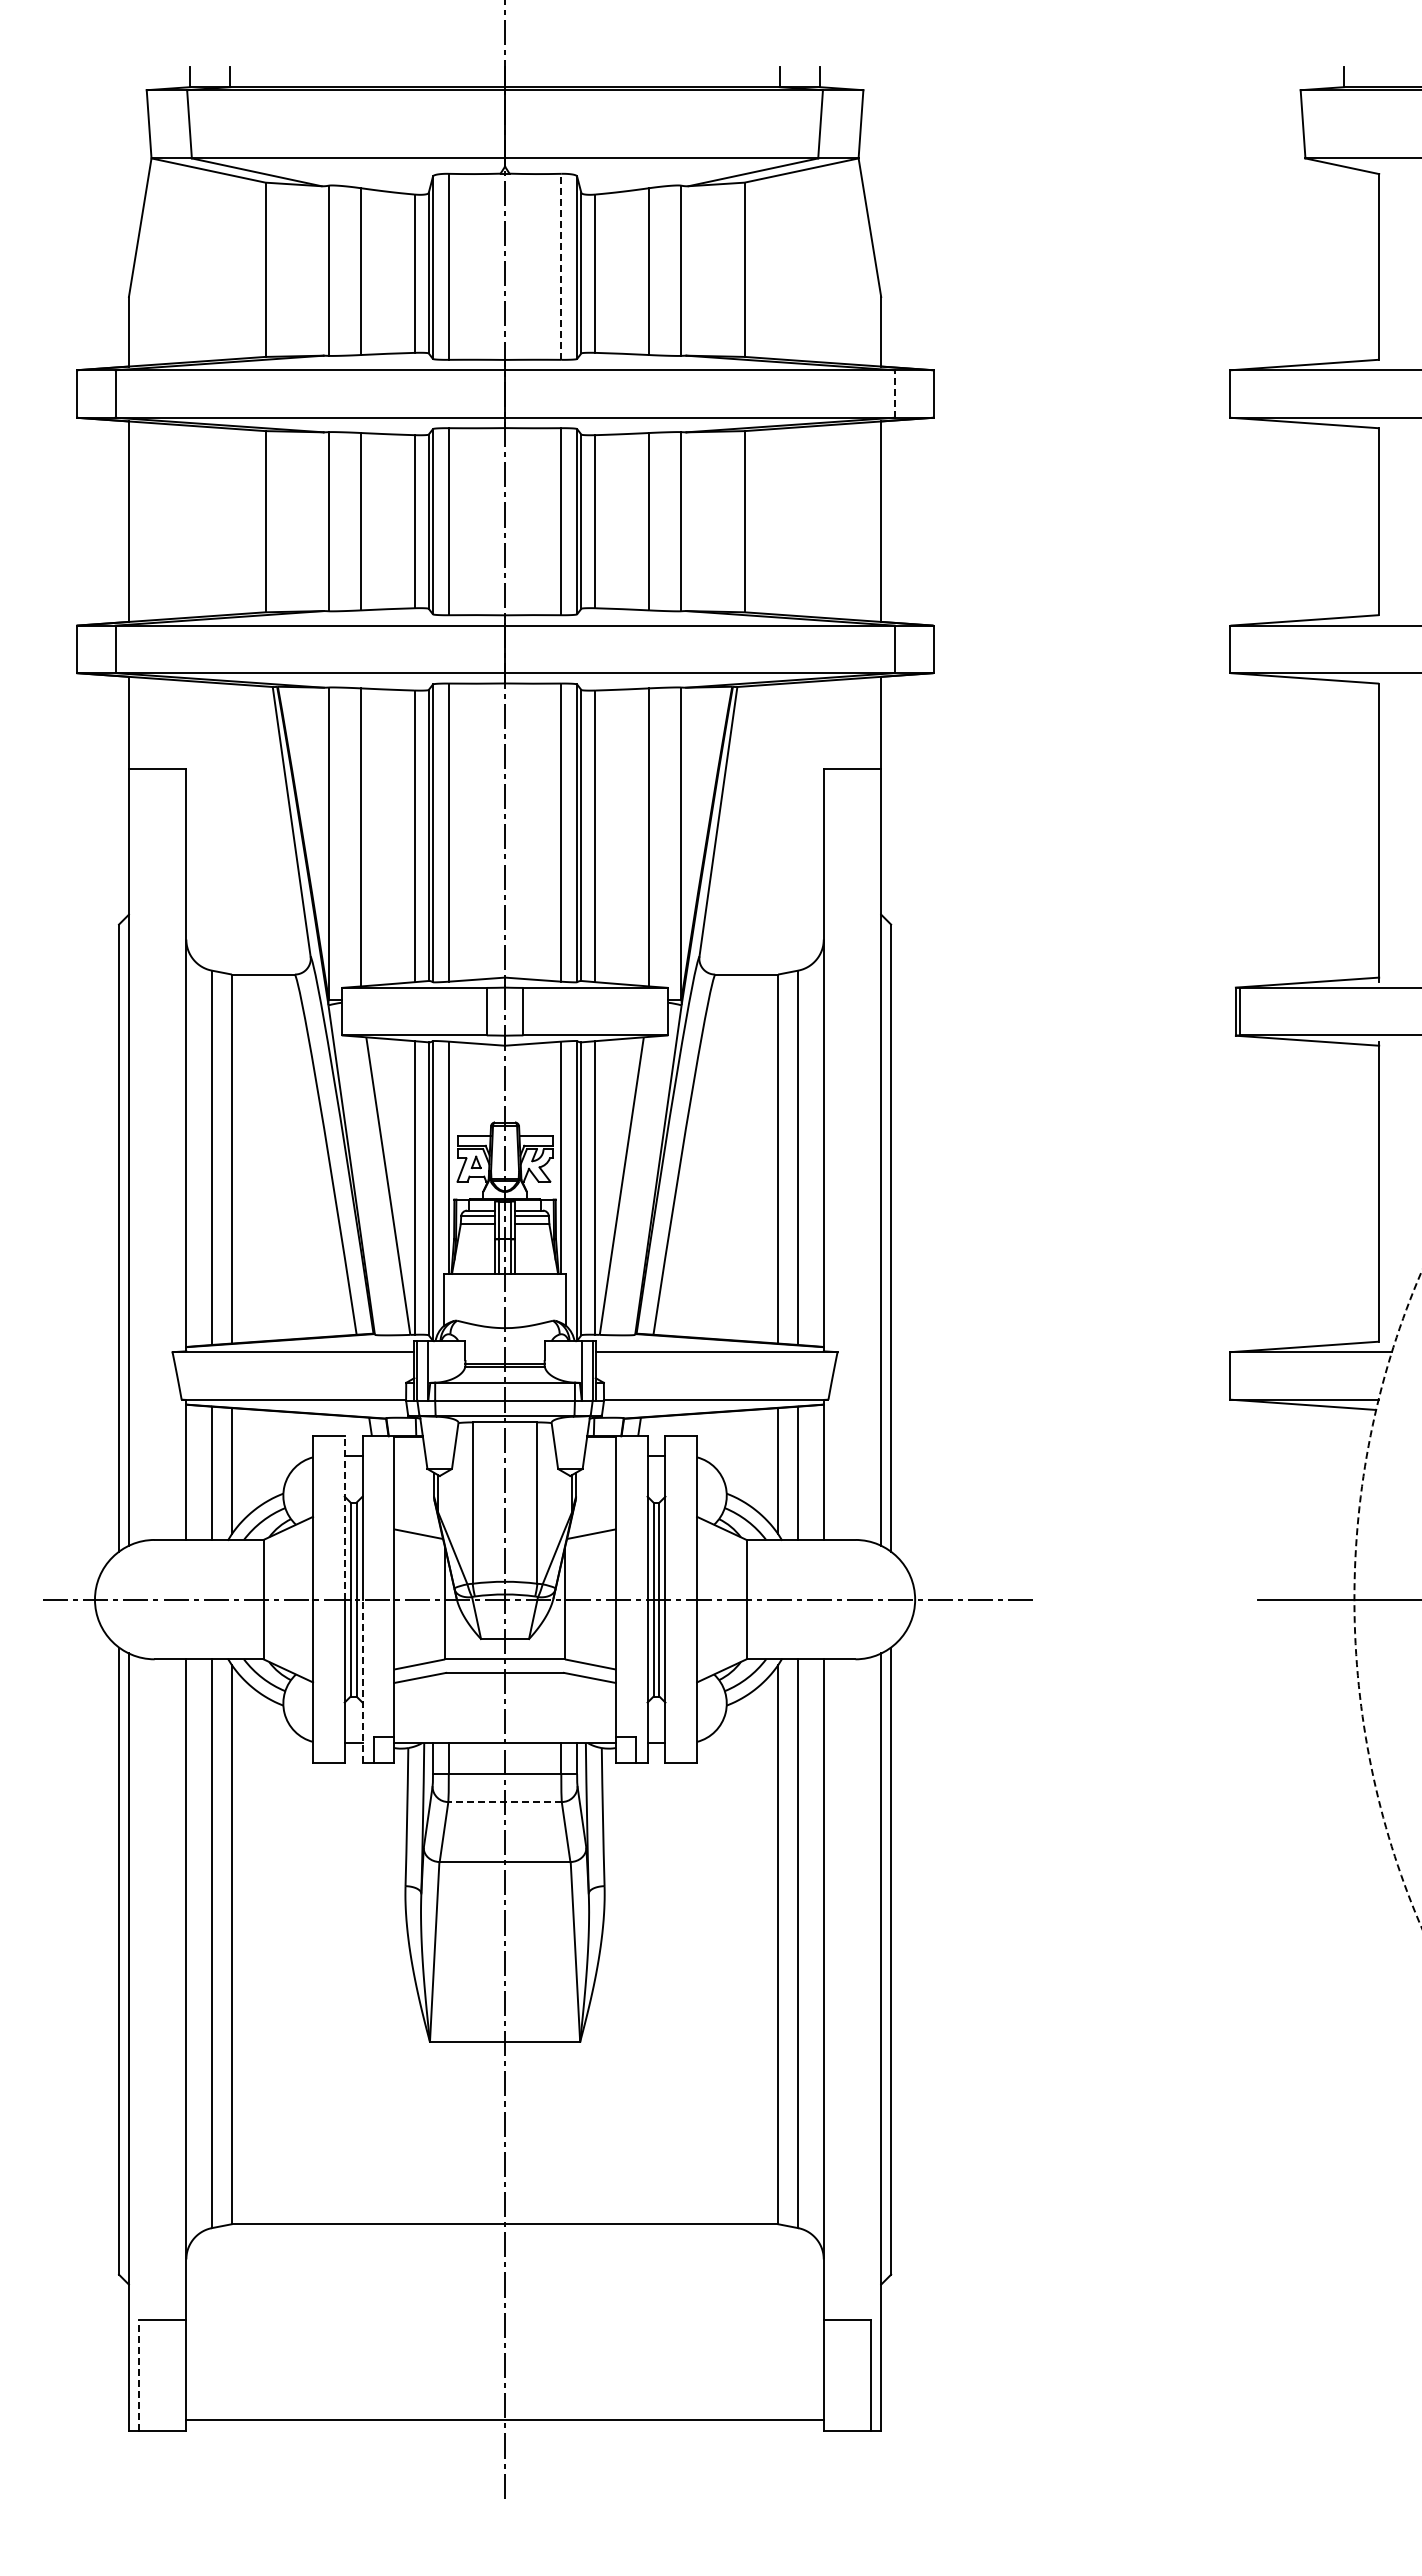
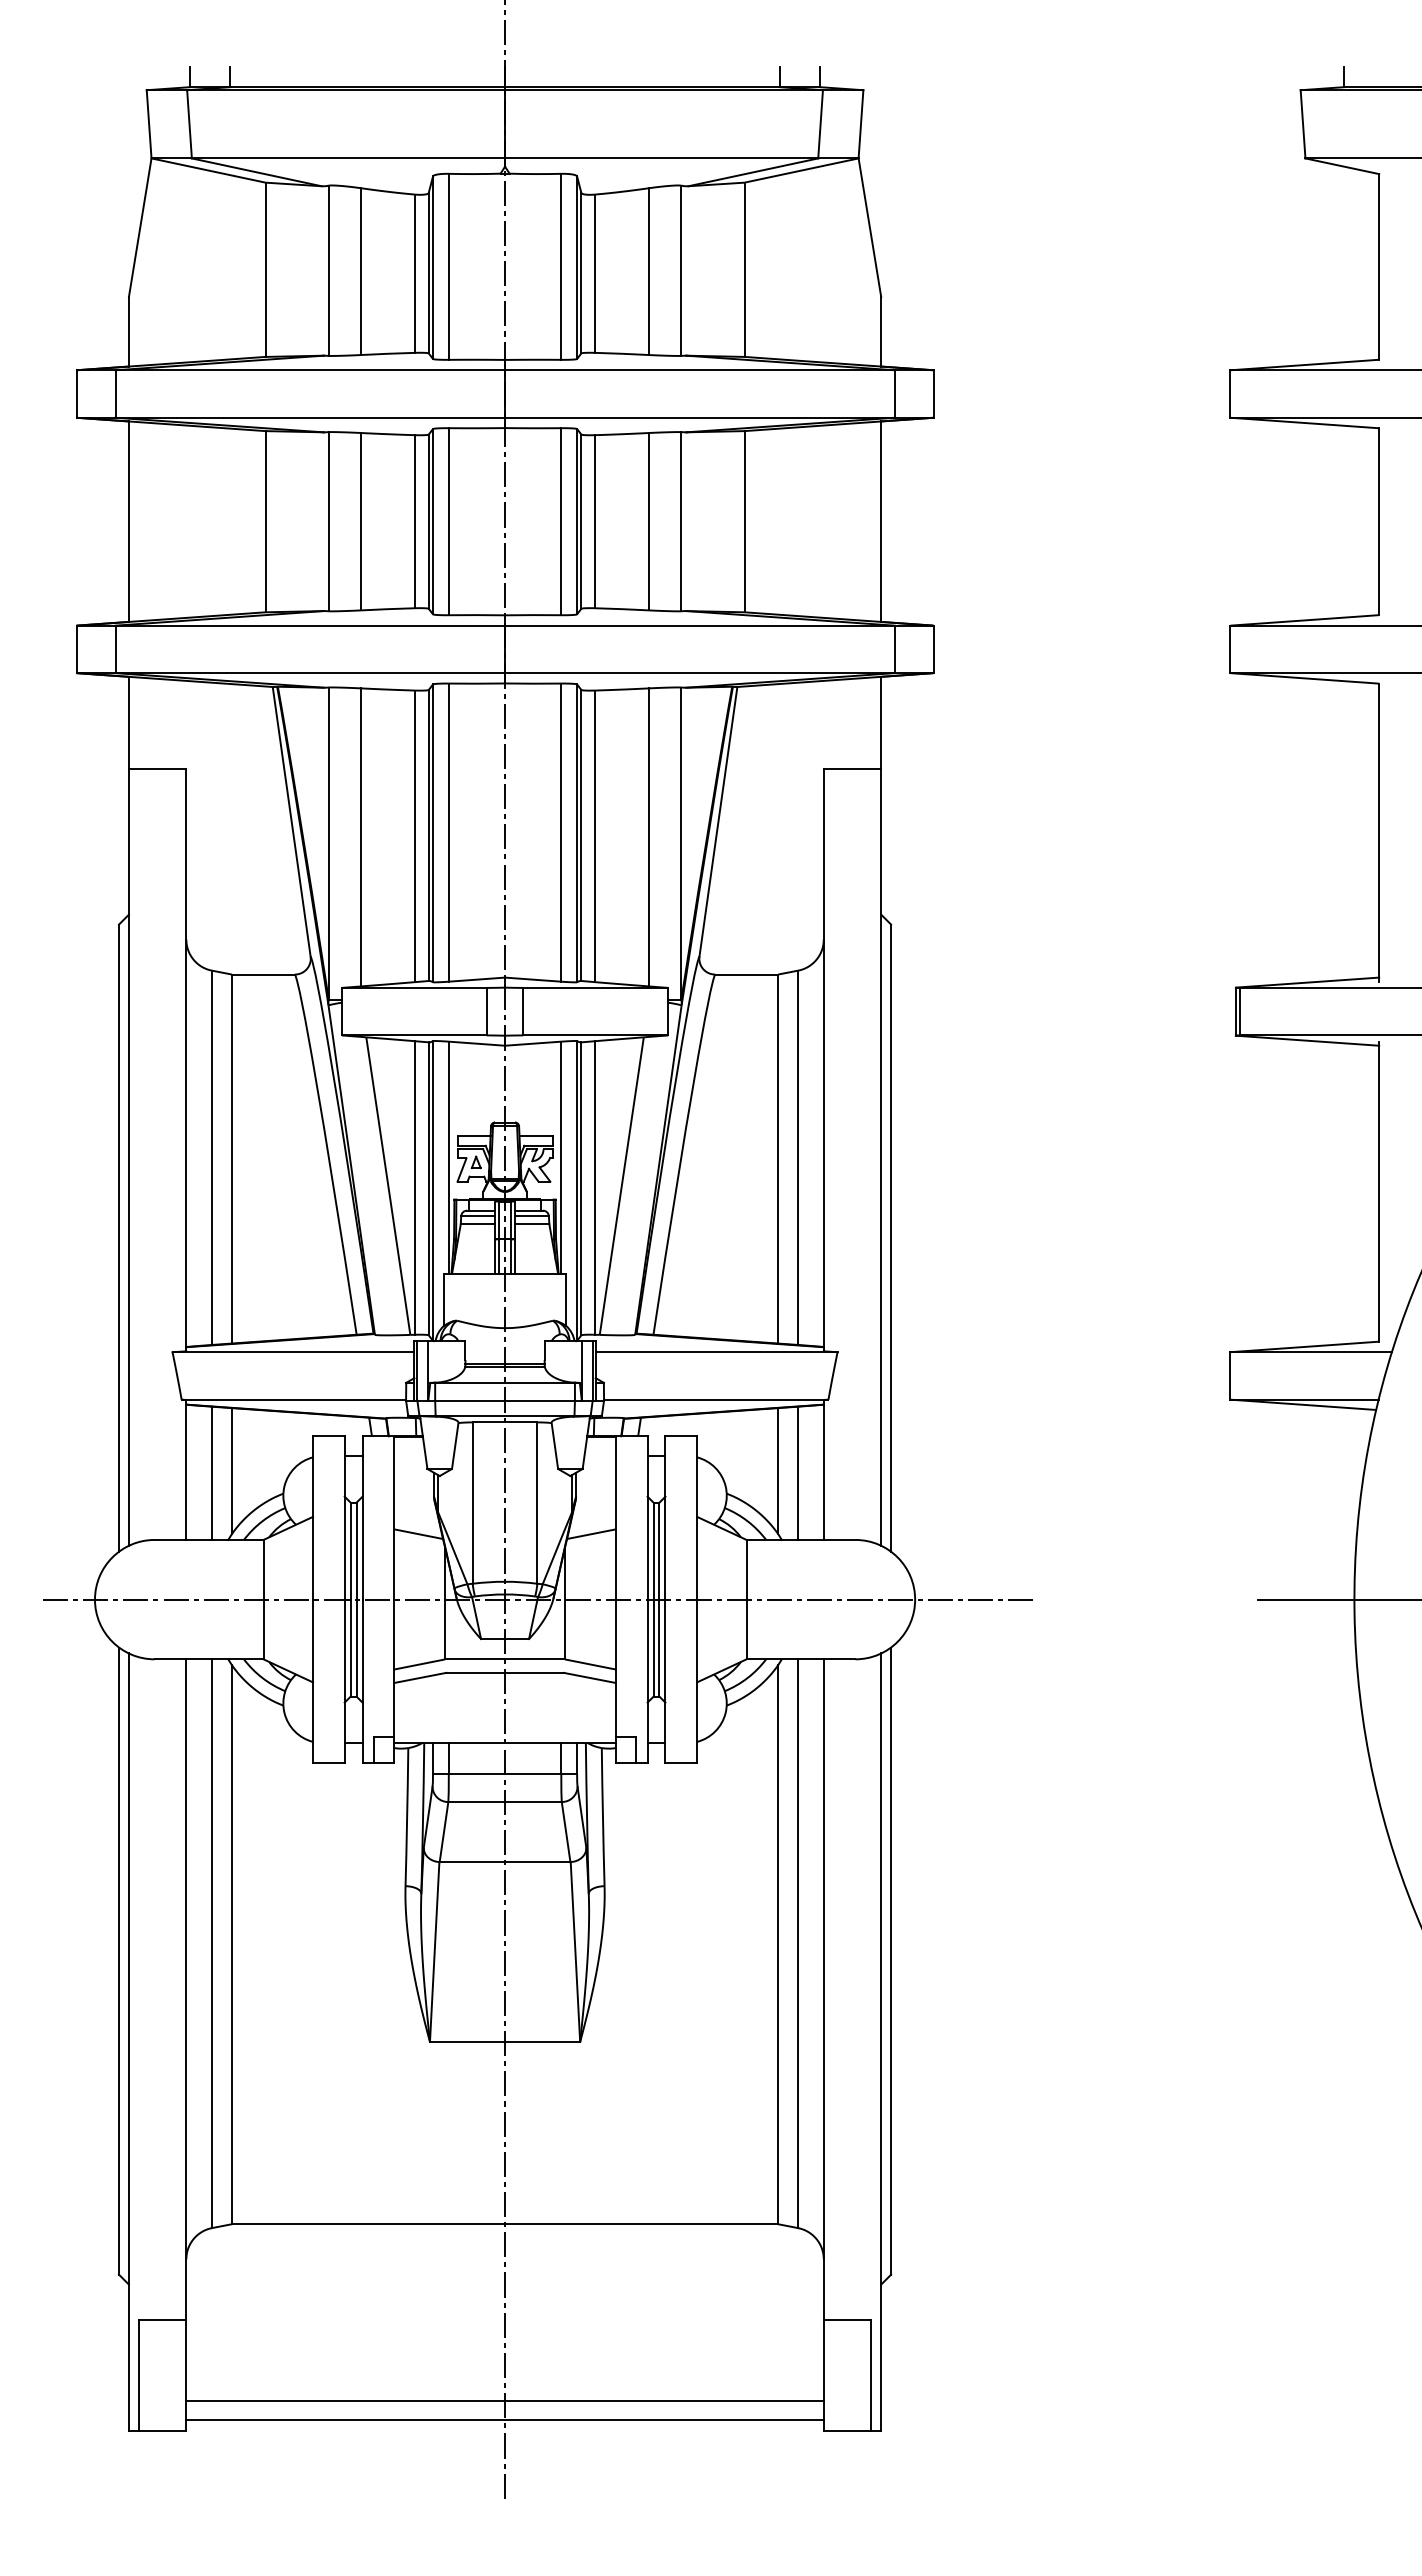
line at (561, 266): dashed -> solid
line at (894, 394): dashed -> solid
line at (344, 1517): dashed -> solid
arc at (1354, 1599): dashed -> solid
line at (362, 1681): dashed -> solid
line at (505, 1802): dashed -> solid
line at (138, 2375): dashed -> solid
line at (504, 2401): none -> present
